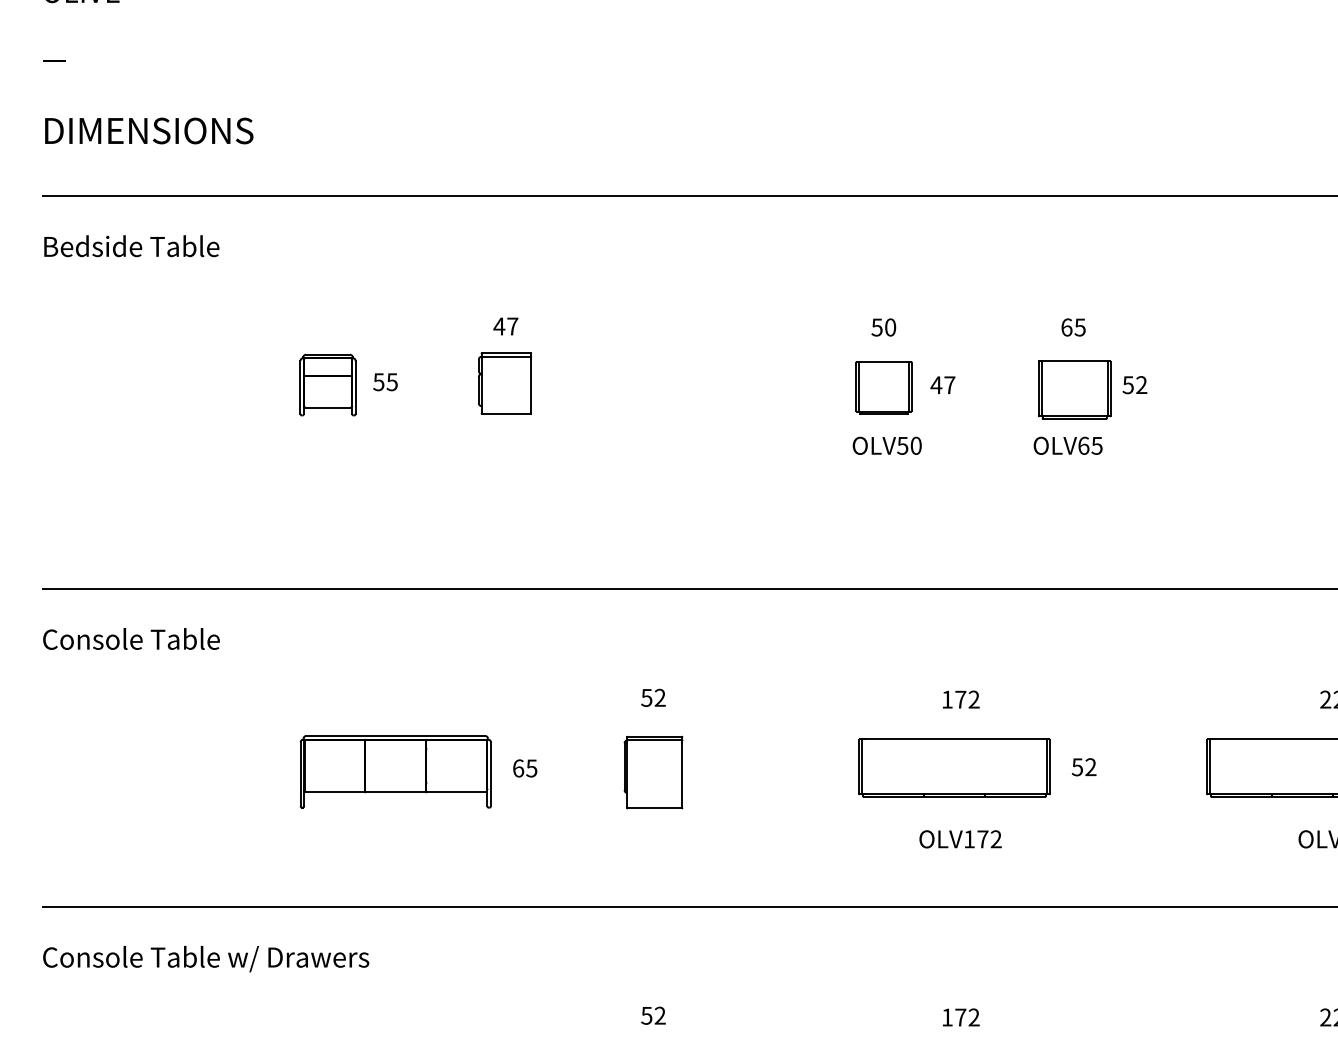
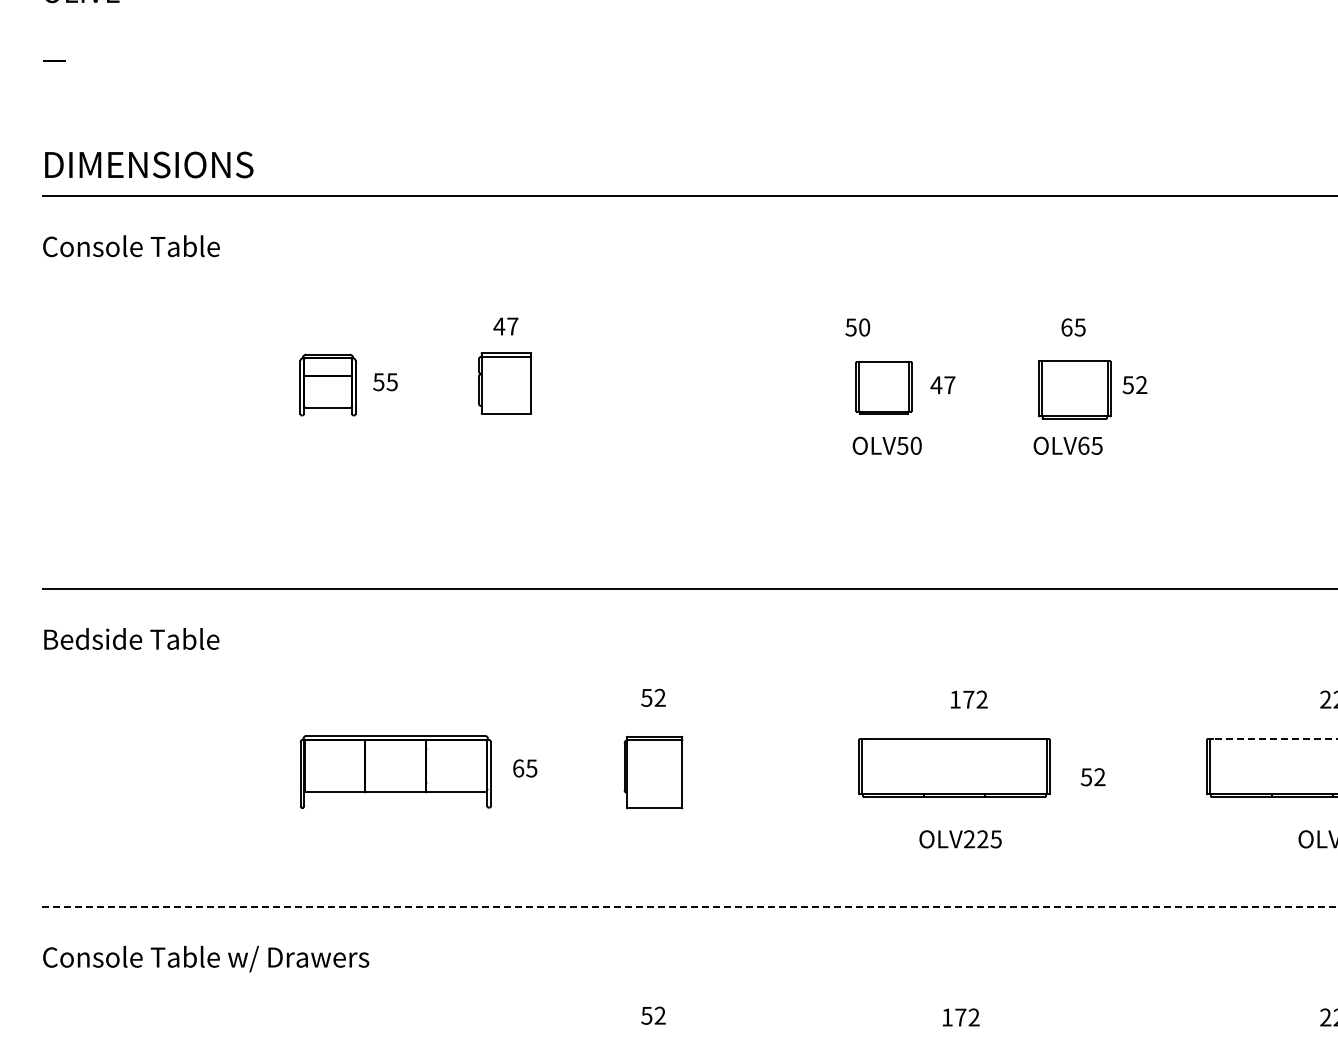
text at (149, 130) position: (149, 130) -> (149, 164)
text at (131, 246): Bedside Table -> Console Table
text at (883, 327) position: (883, 327) -> (857, 327)
text at (131, 638): Console Table -> Bedside Table
text at (961, 699) position: (961, 699) -> (969, 699)
line at (1274, 739): solid -> dashed
text at (1084, 767) position: (1084, 767) -> (1093, 777)
text at (982, 839): OLV172 -> OLV225
line at (689, 906): solid -> dashed
